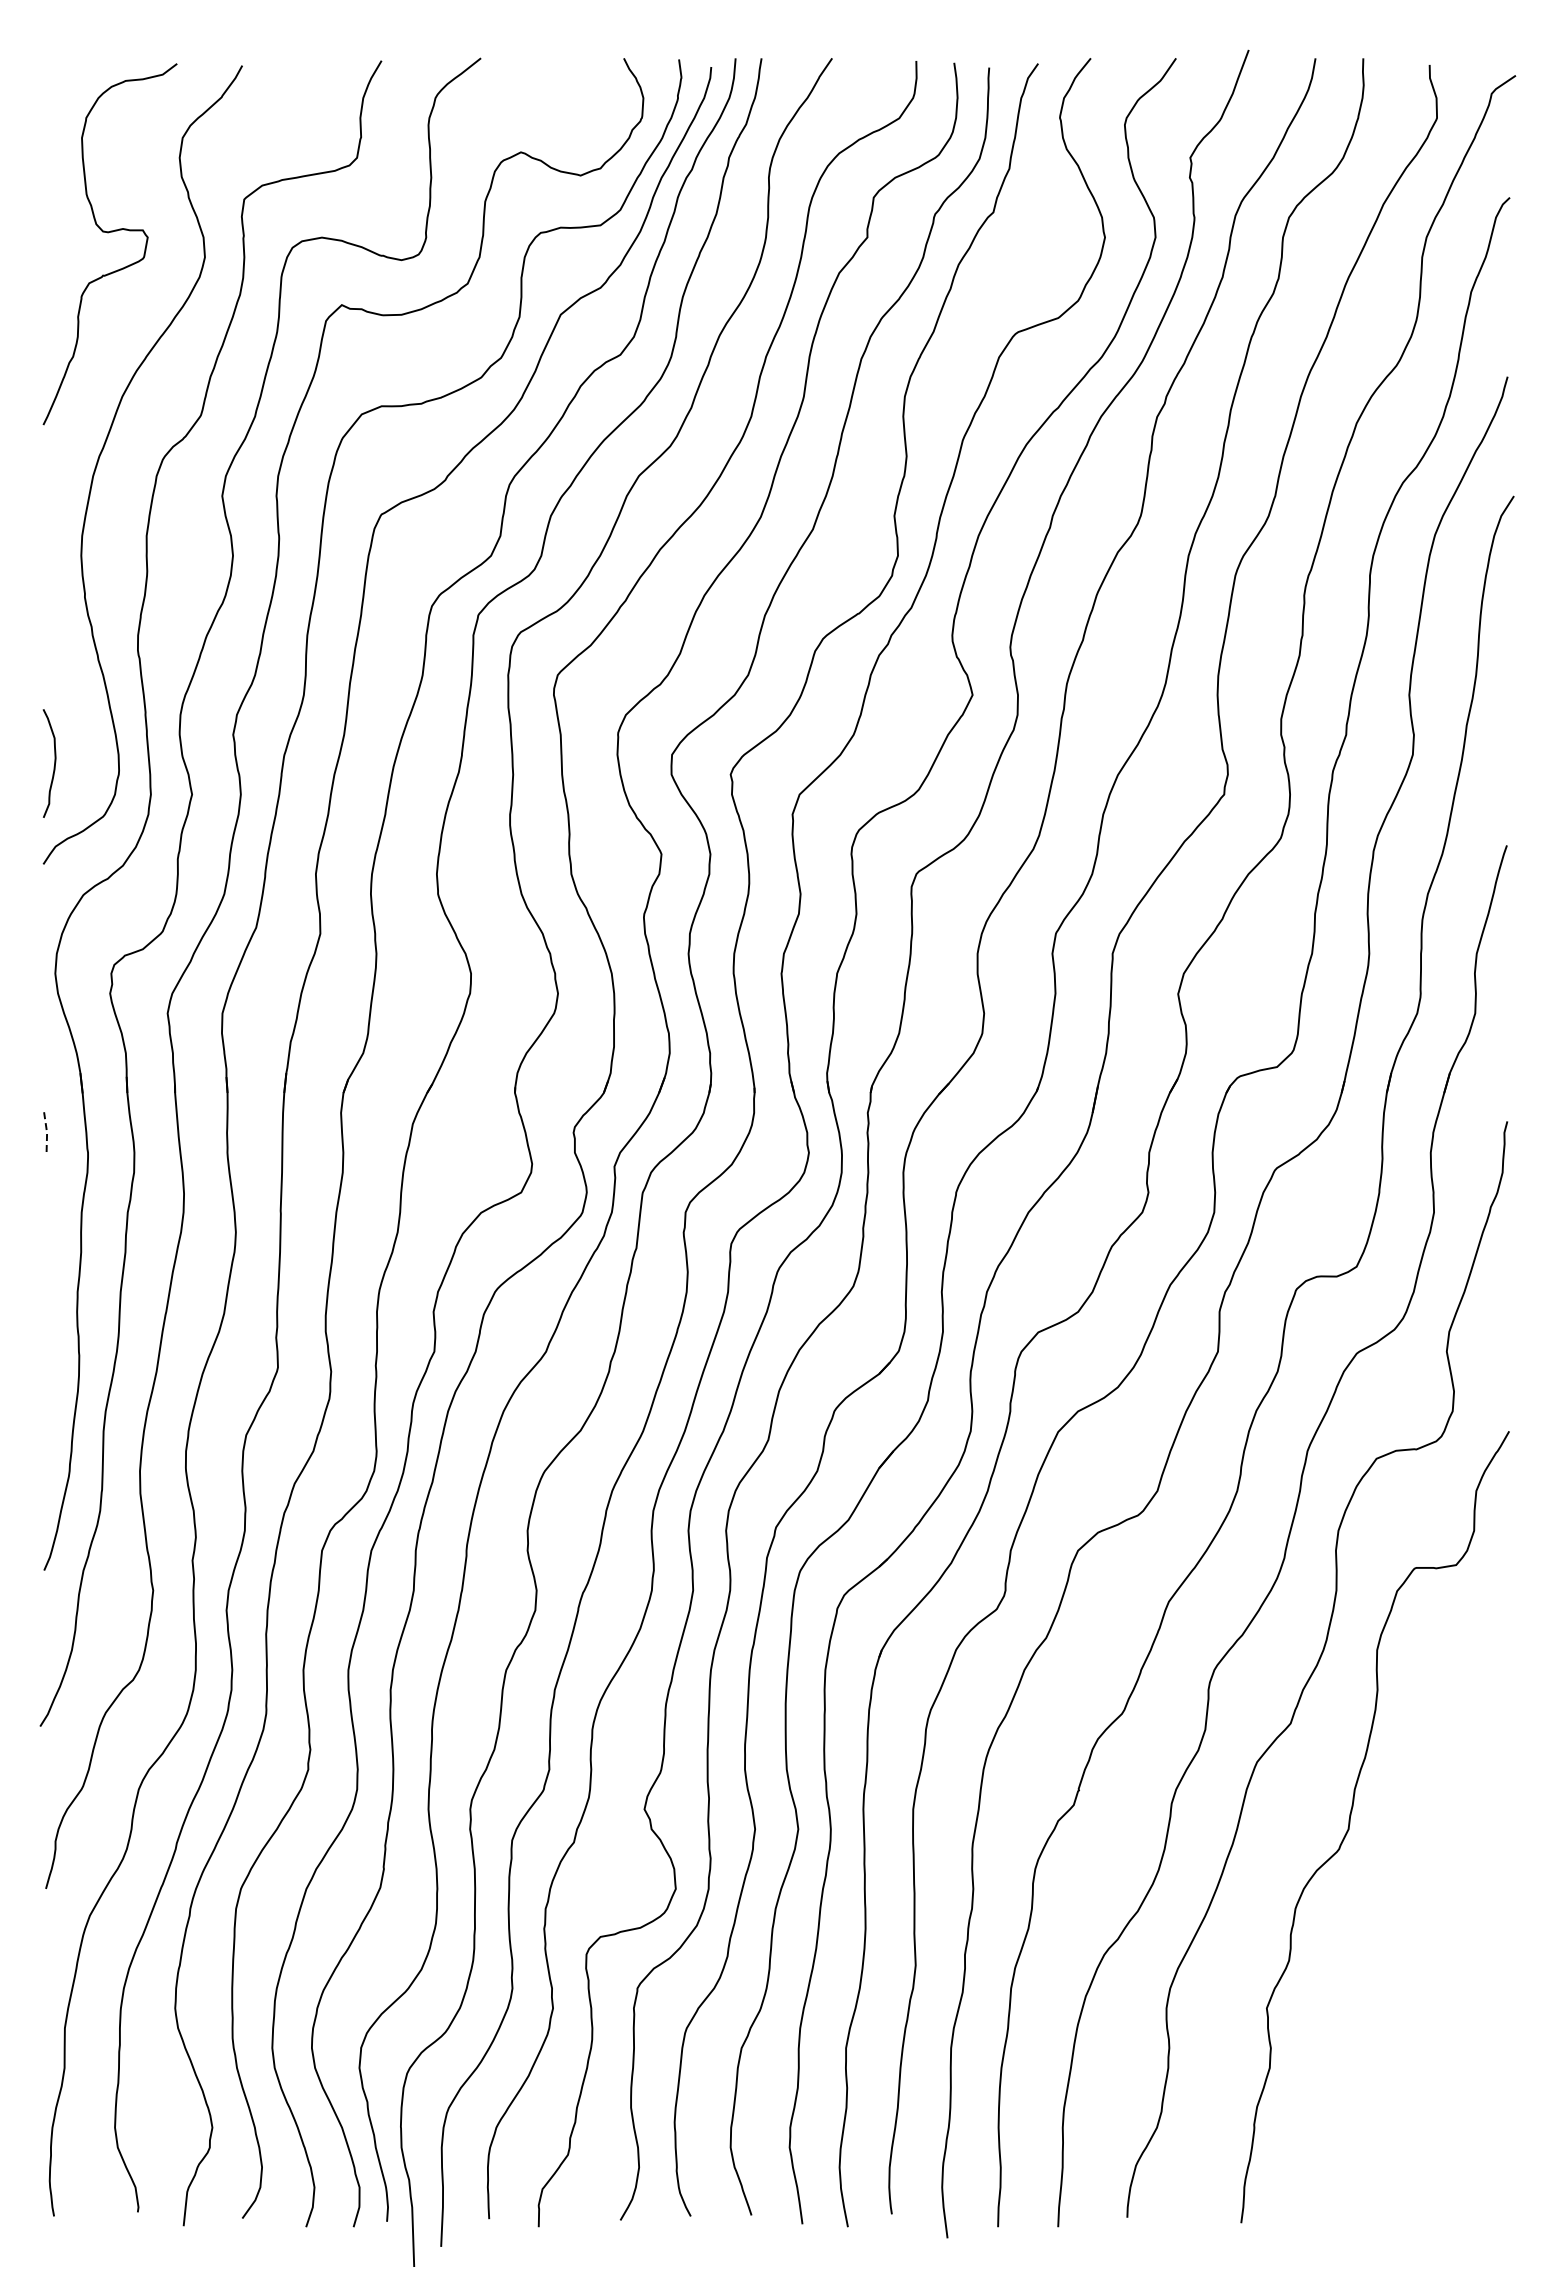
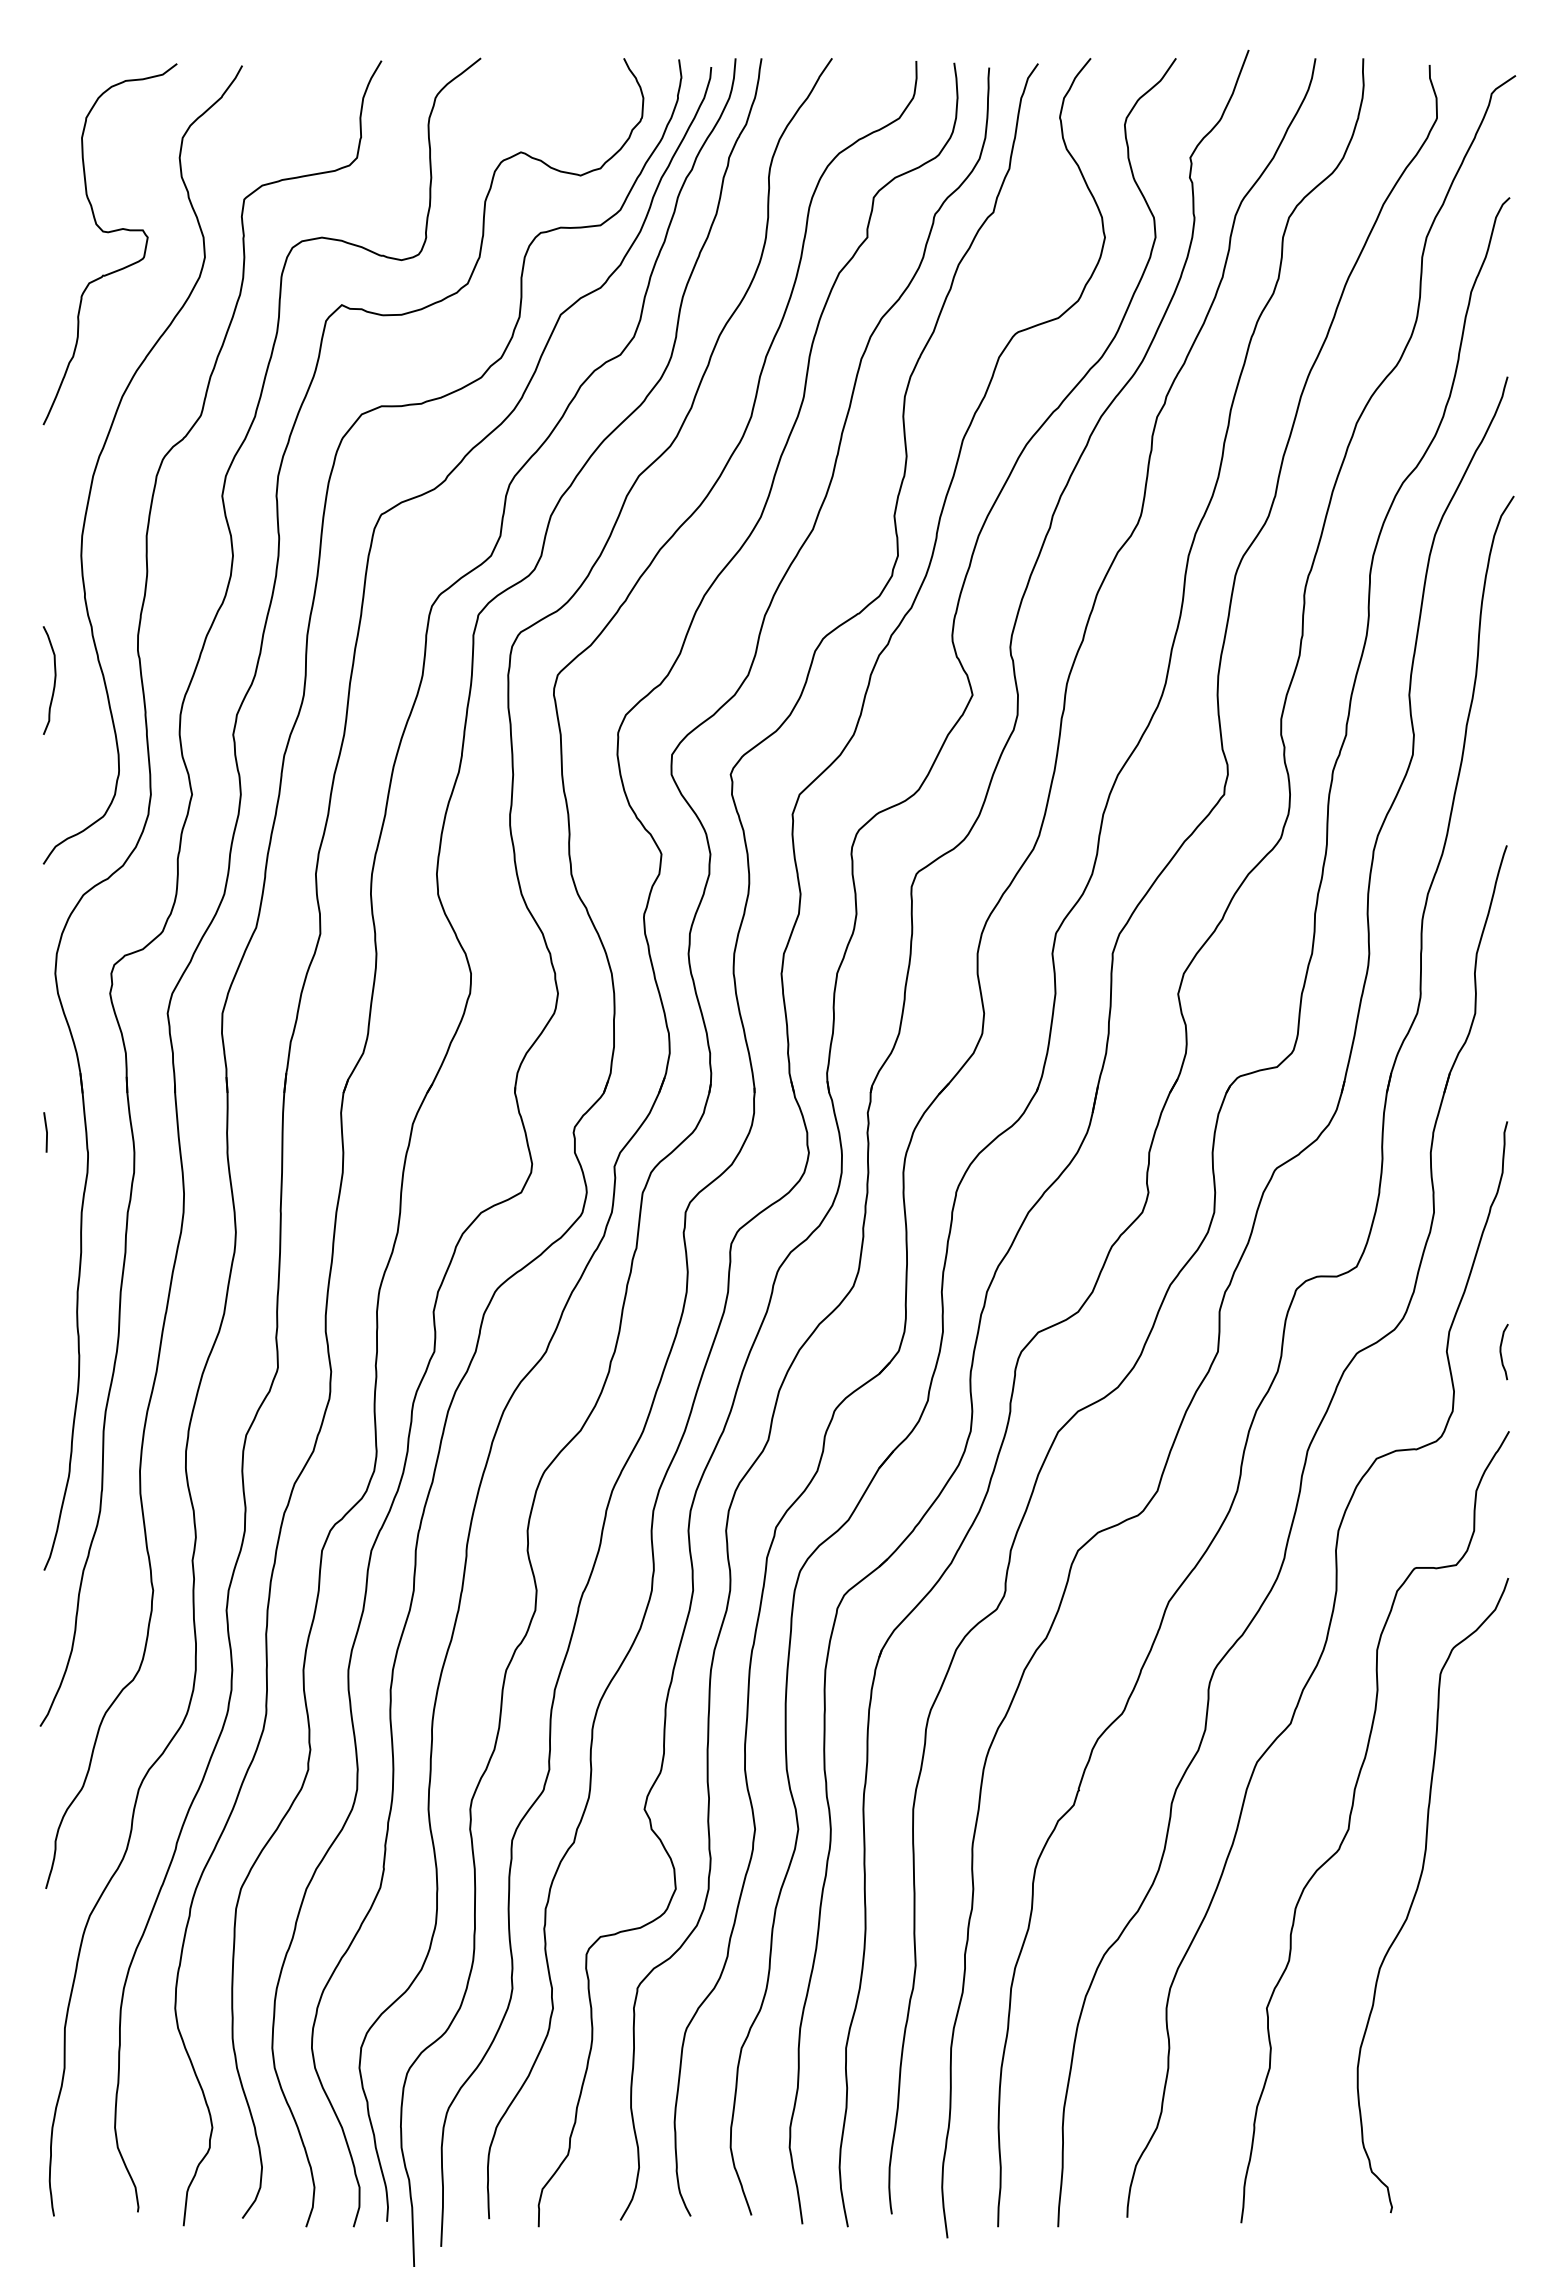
curve at (54, 763) position: (54, 763) -> (54, 680)
line at (47, 1132): dashed -> solid
curve at (1501, 1351): none -> present
curve at (1417, 1891): none -> present
